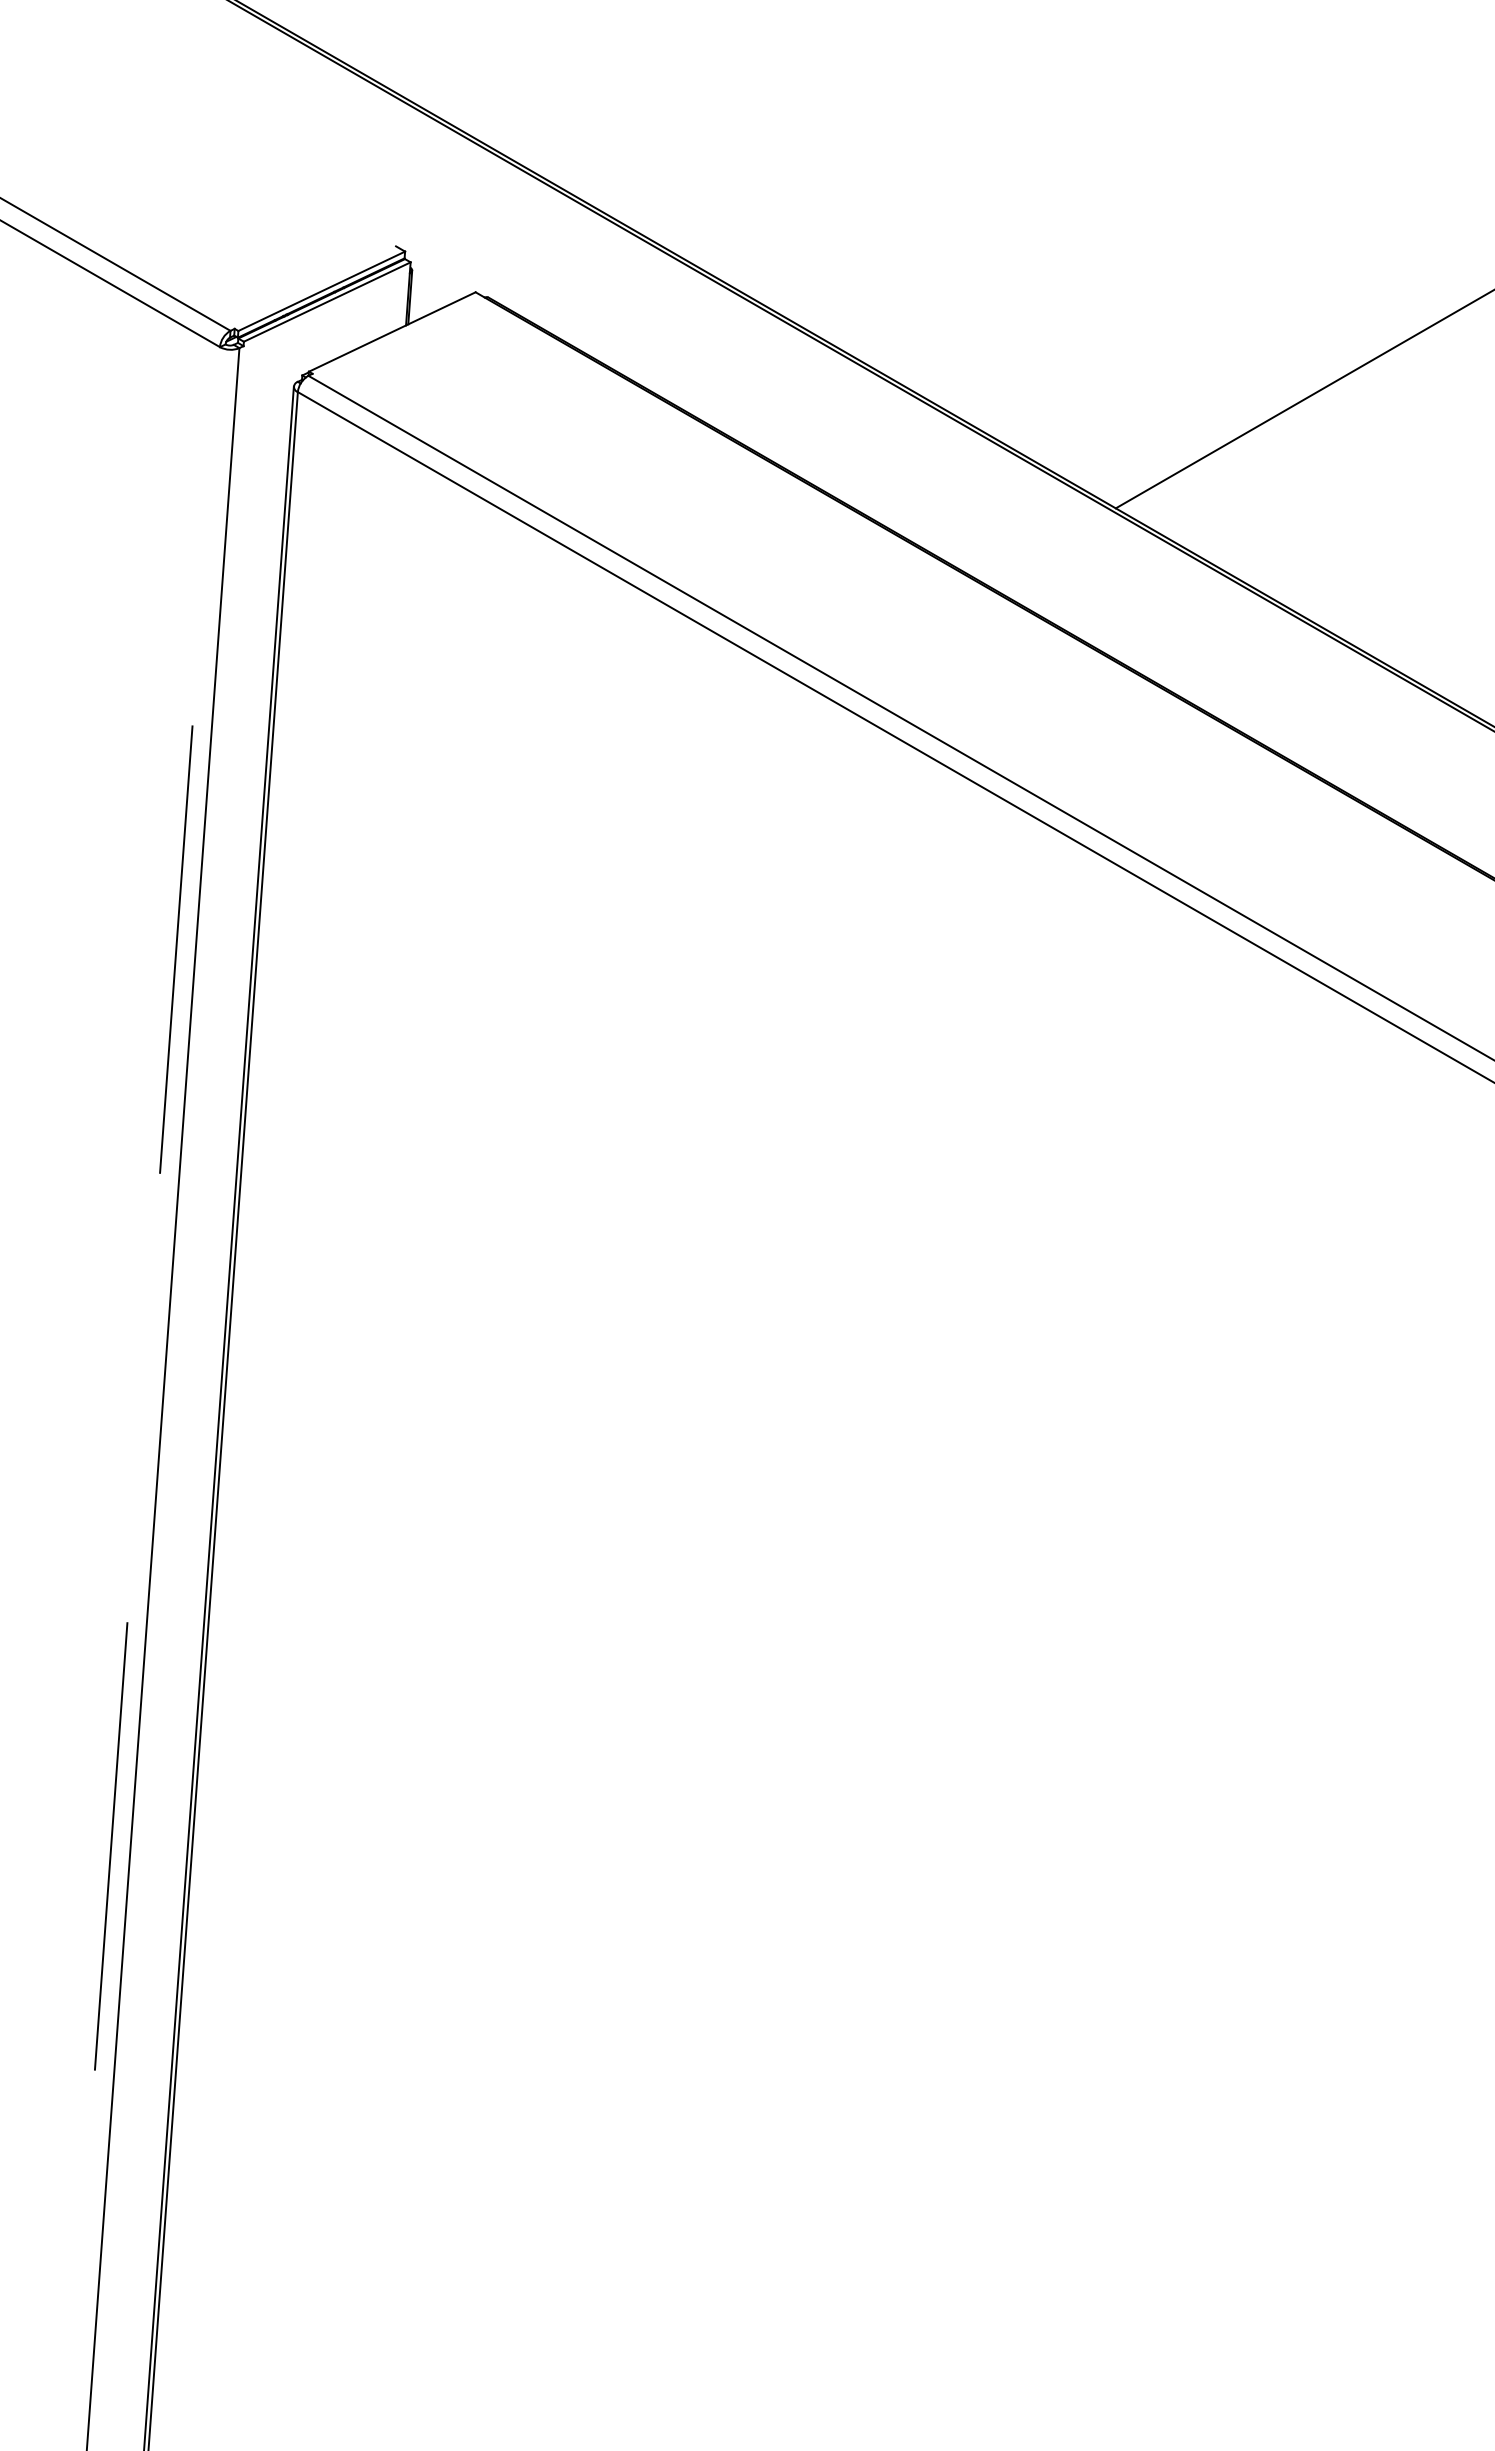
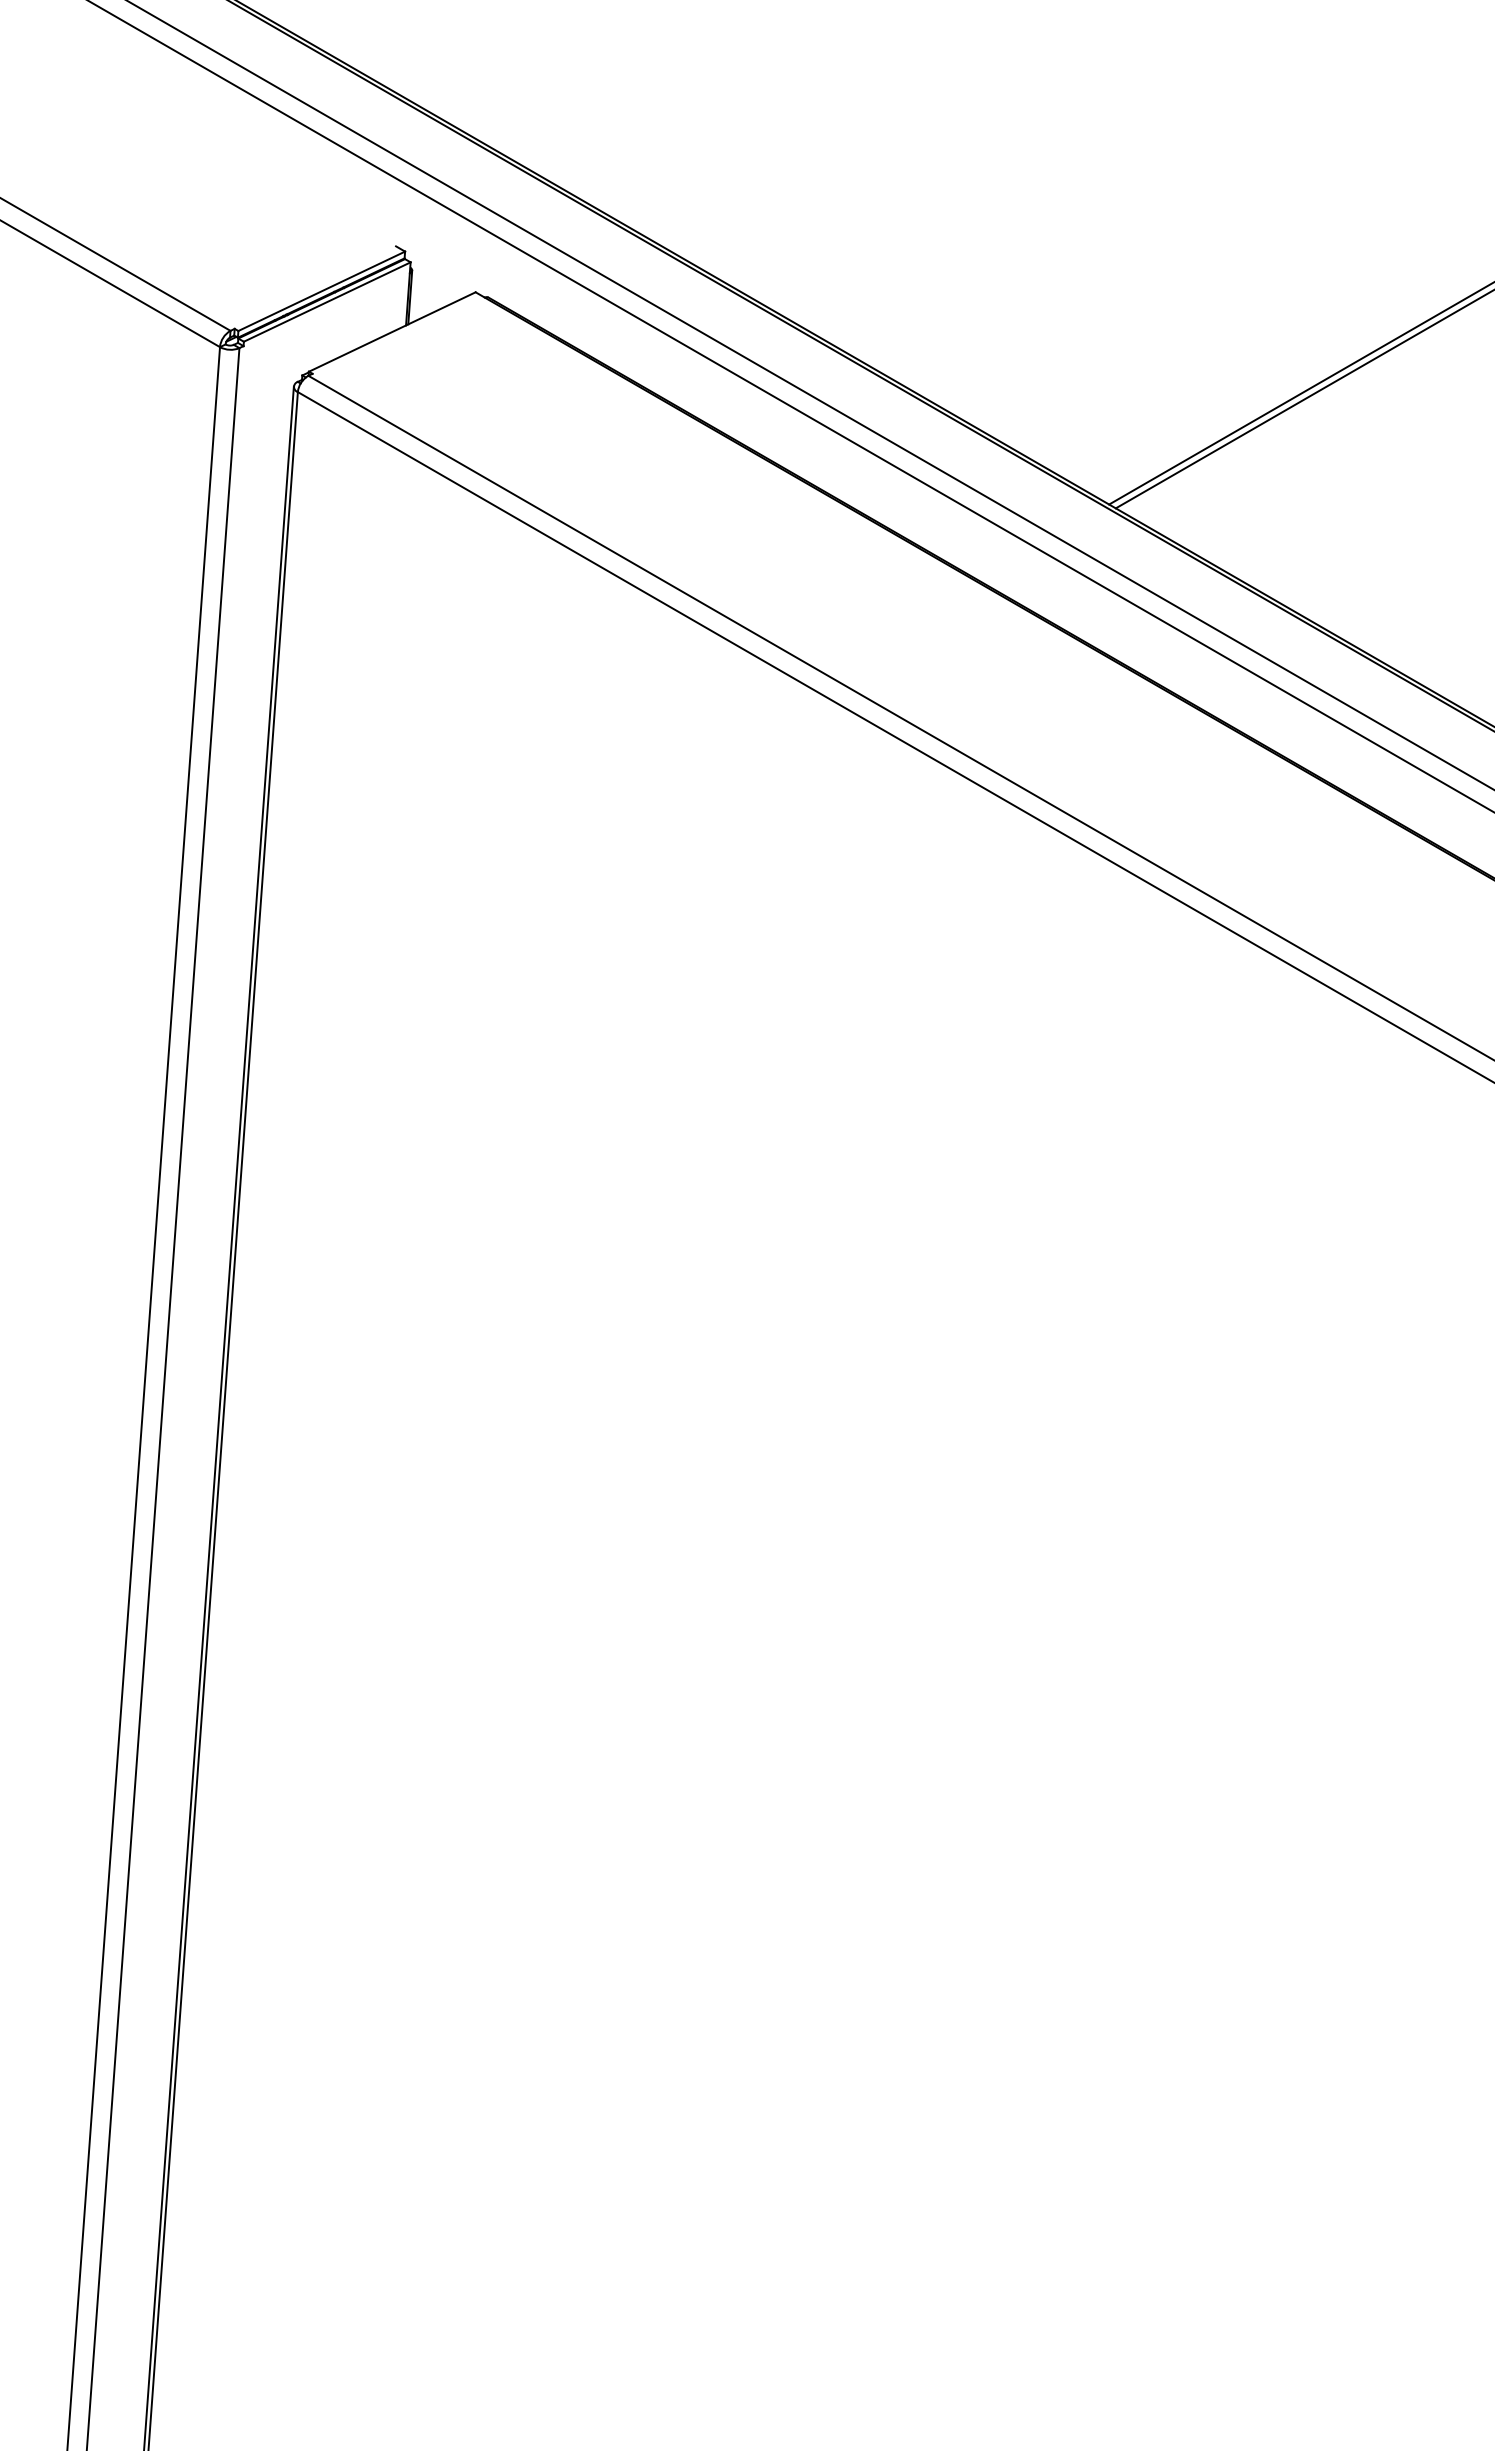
line at (1300, 393): none -> present
line at (810, 395): none -> present
line at (790, 406): none -> present
line at (143, 1399): dashed -> solid
